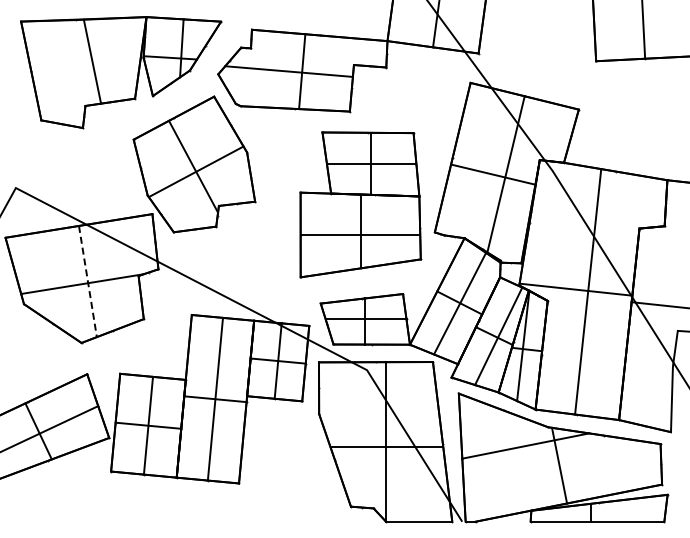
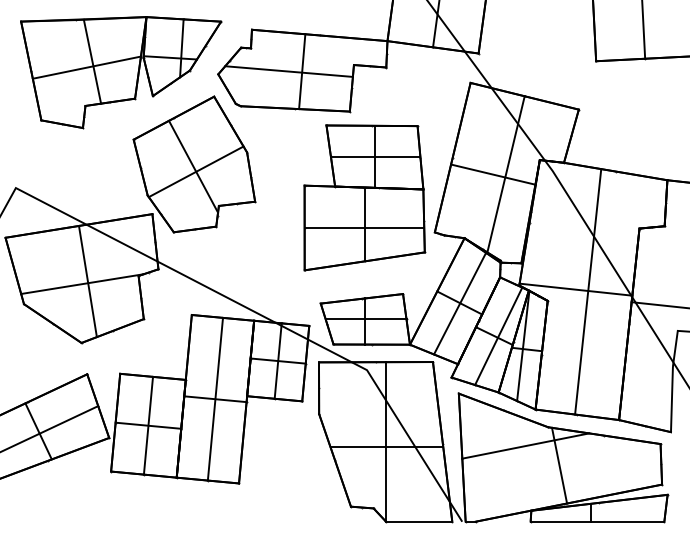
line at (86, 67): none -> present
part at (360, 204) position: (360, 204) -> (364, 197)
line at (88, 282): dashed -> solid
